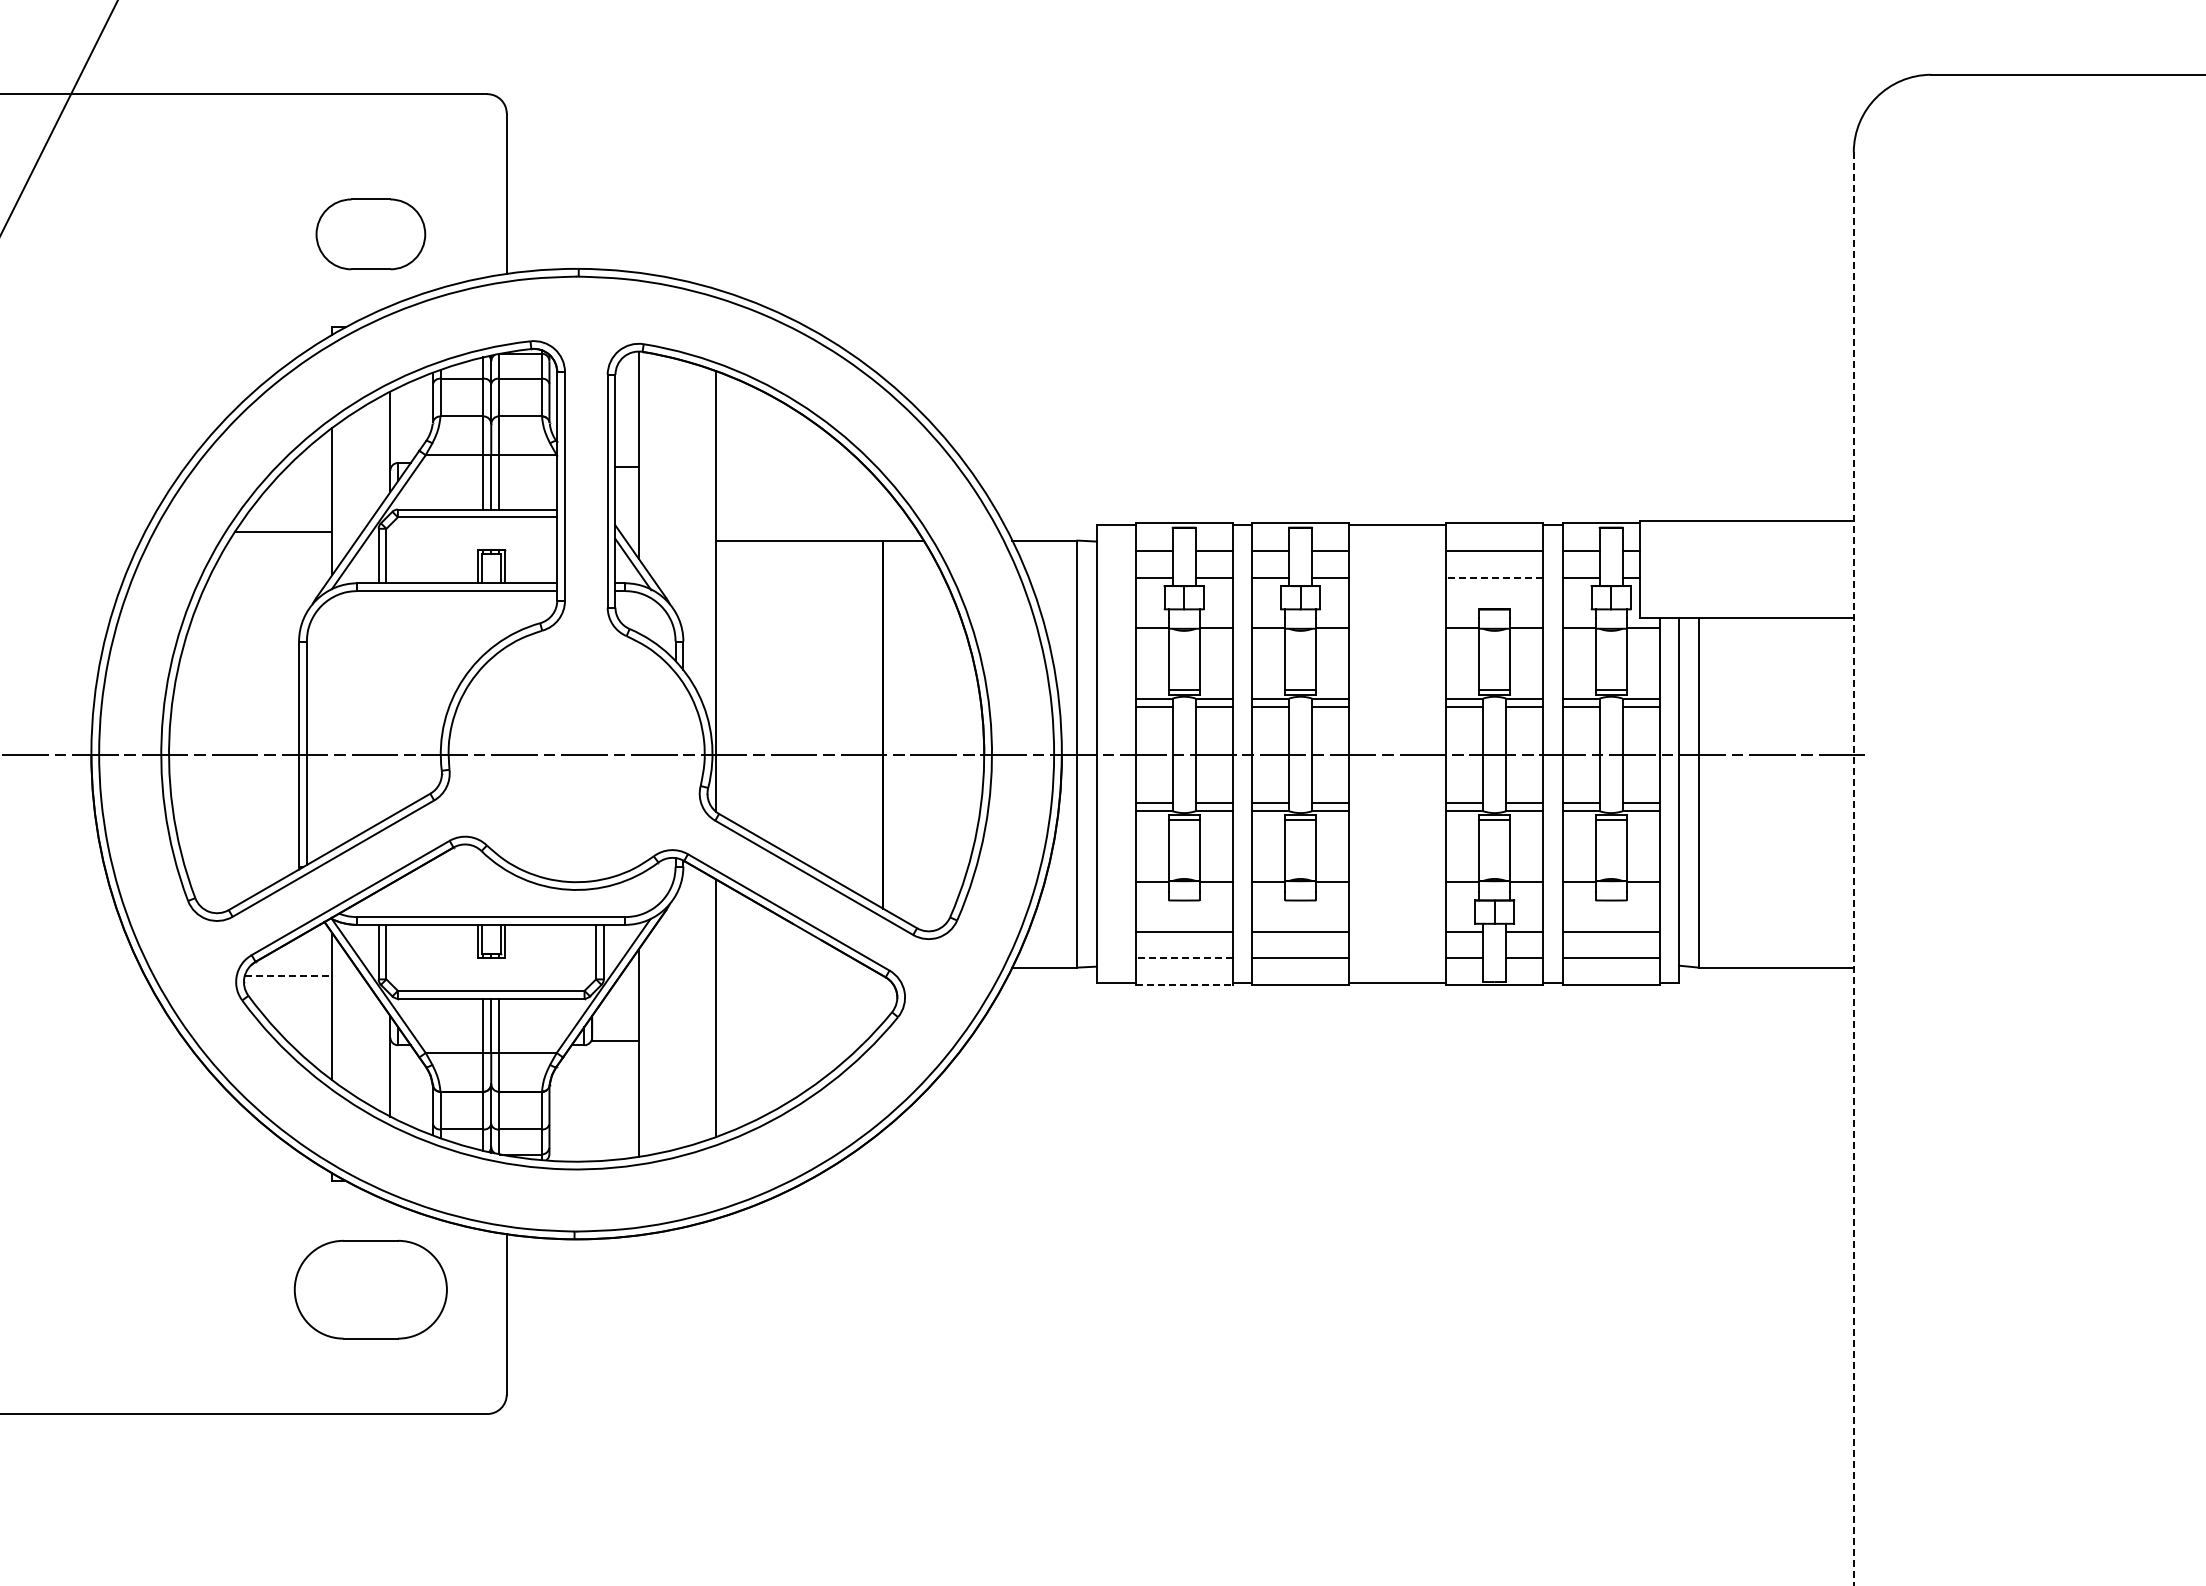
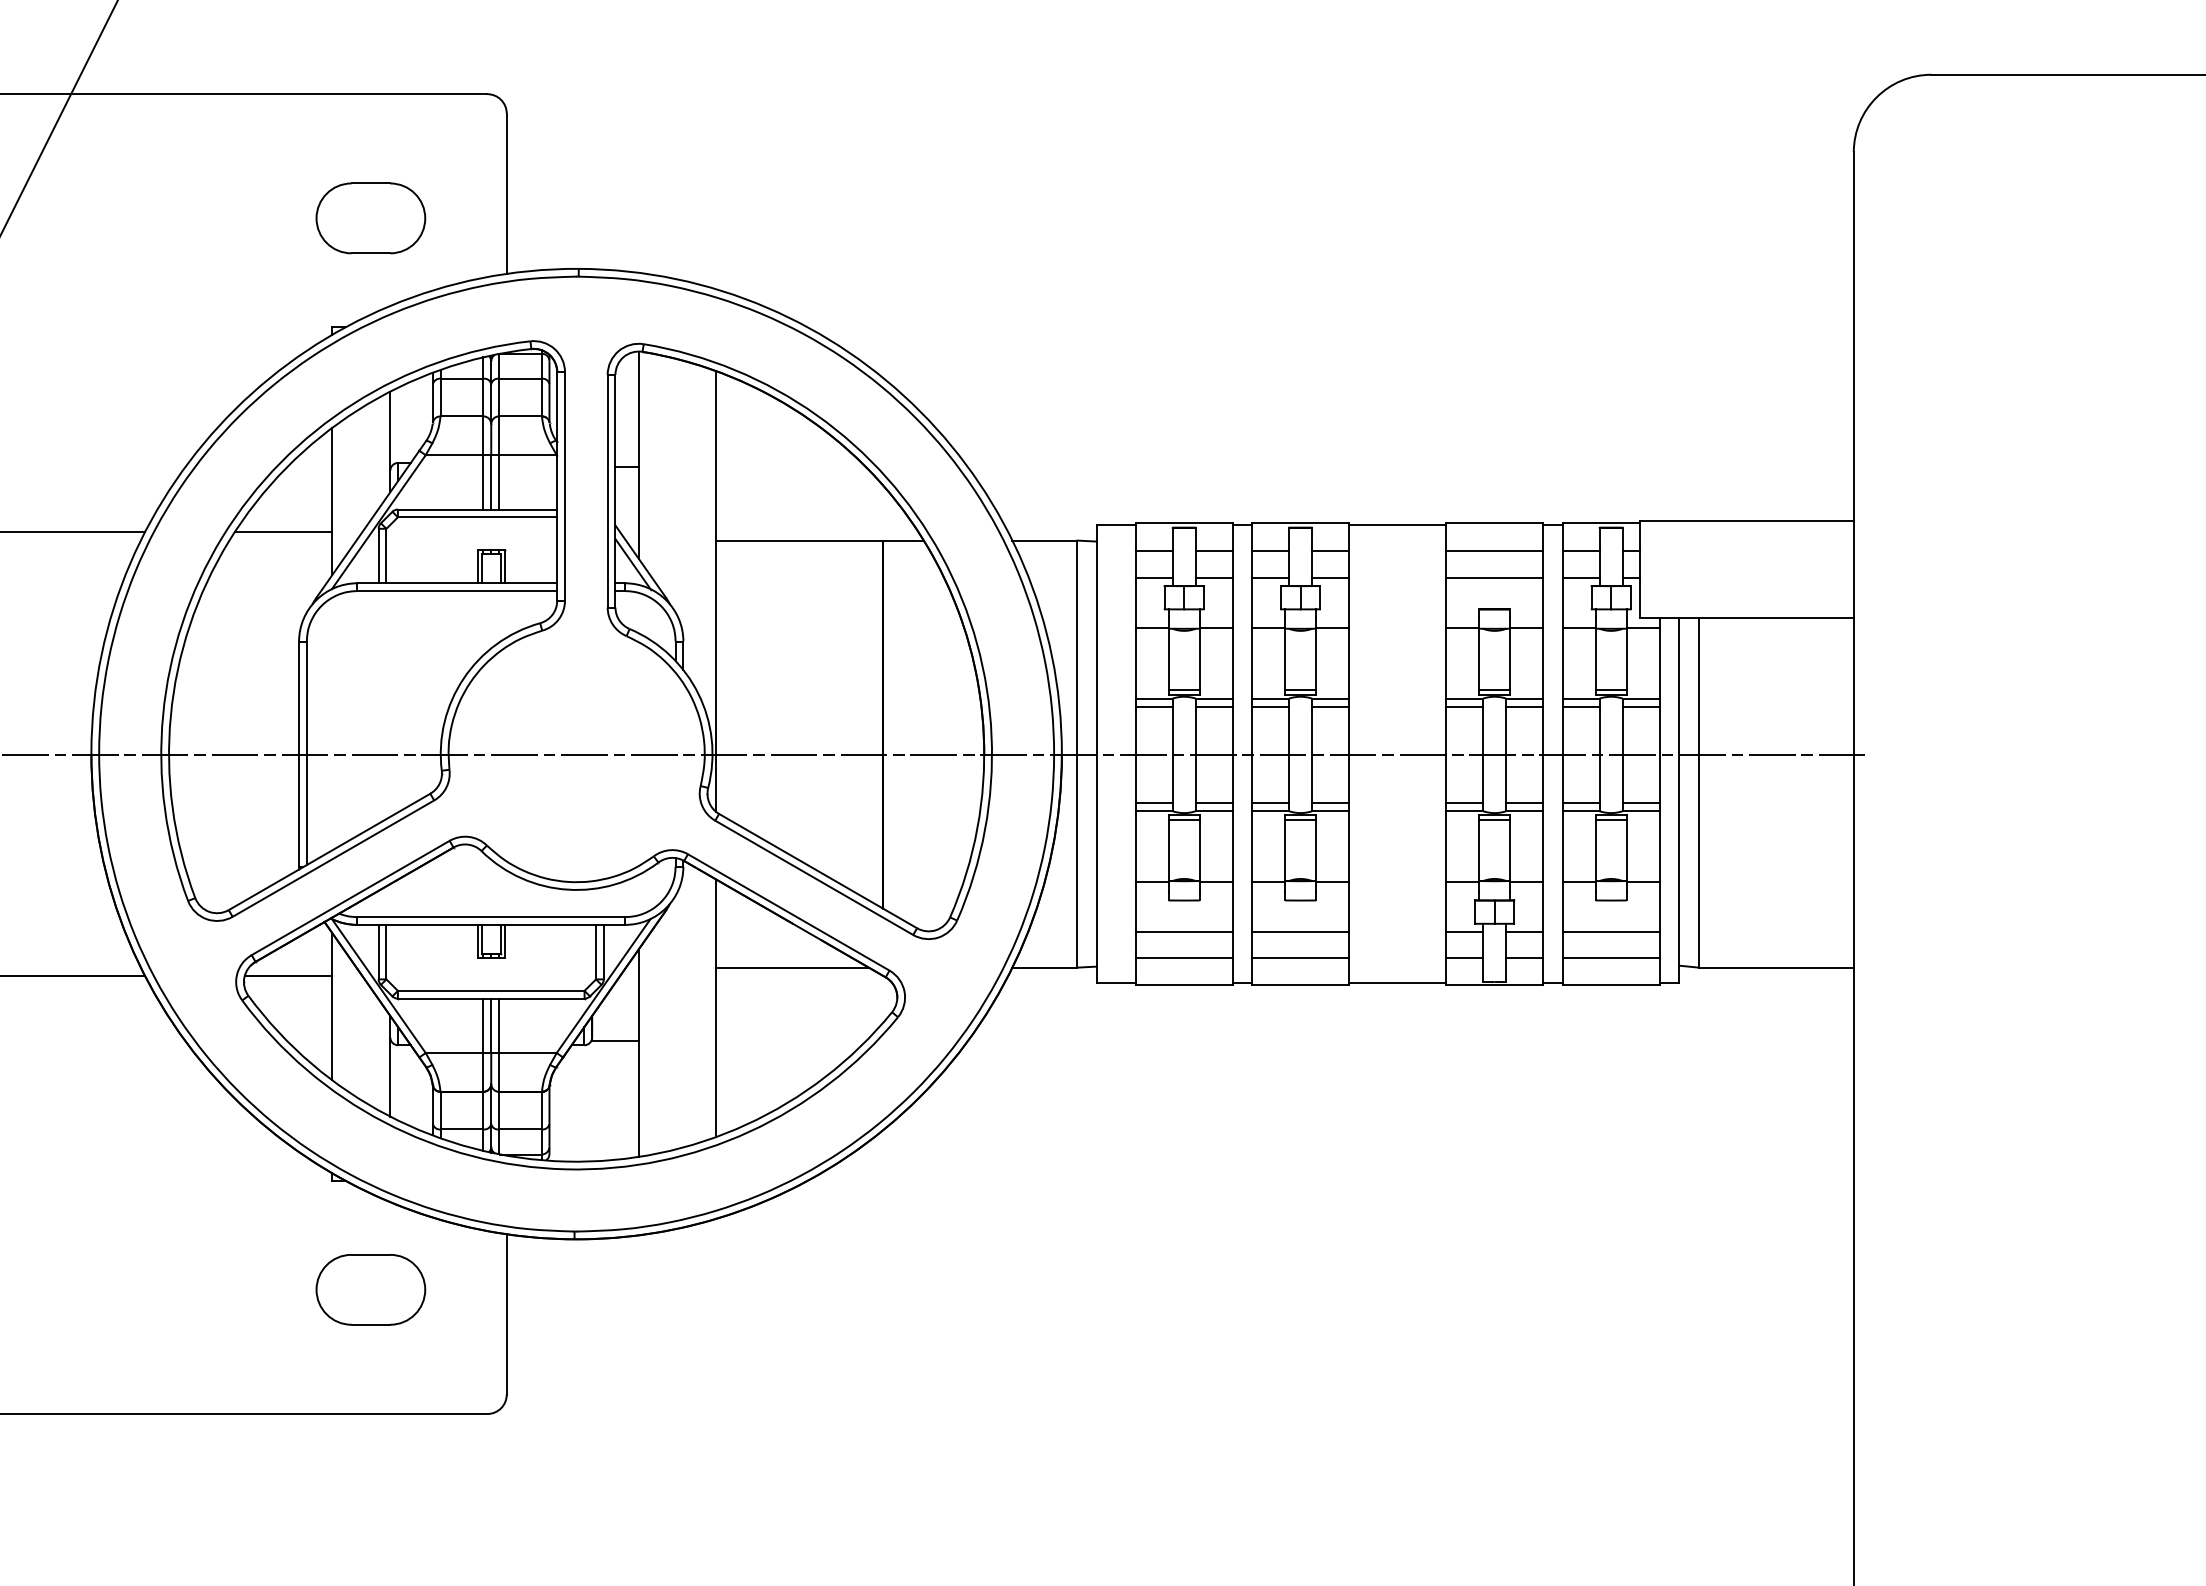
part at (370, 234) position: (370, 234) -> (370, 218)
line at (73, 532): none -> present
line at (1494, 577): dashed -> solid
line at (1853, 869): dashed -> solid
line at (1184, 957): dashed -> solid
line at (792, 967): none -> present
line at (73, 975): none -> present
line at (288, 975): dashed -> solid
line at (1184, 985): dashed -> solid
part at (370, 1289) size: 155x101 px -> 112x72 px
